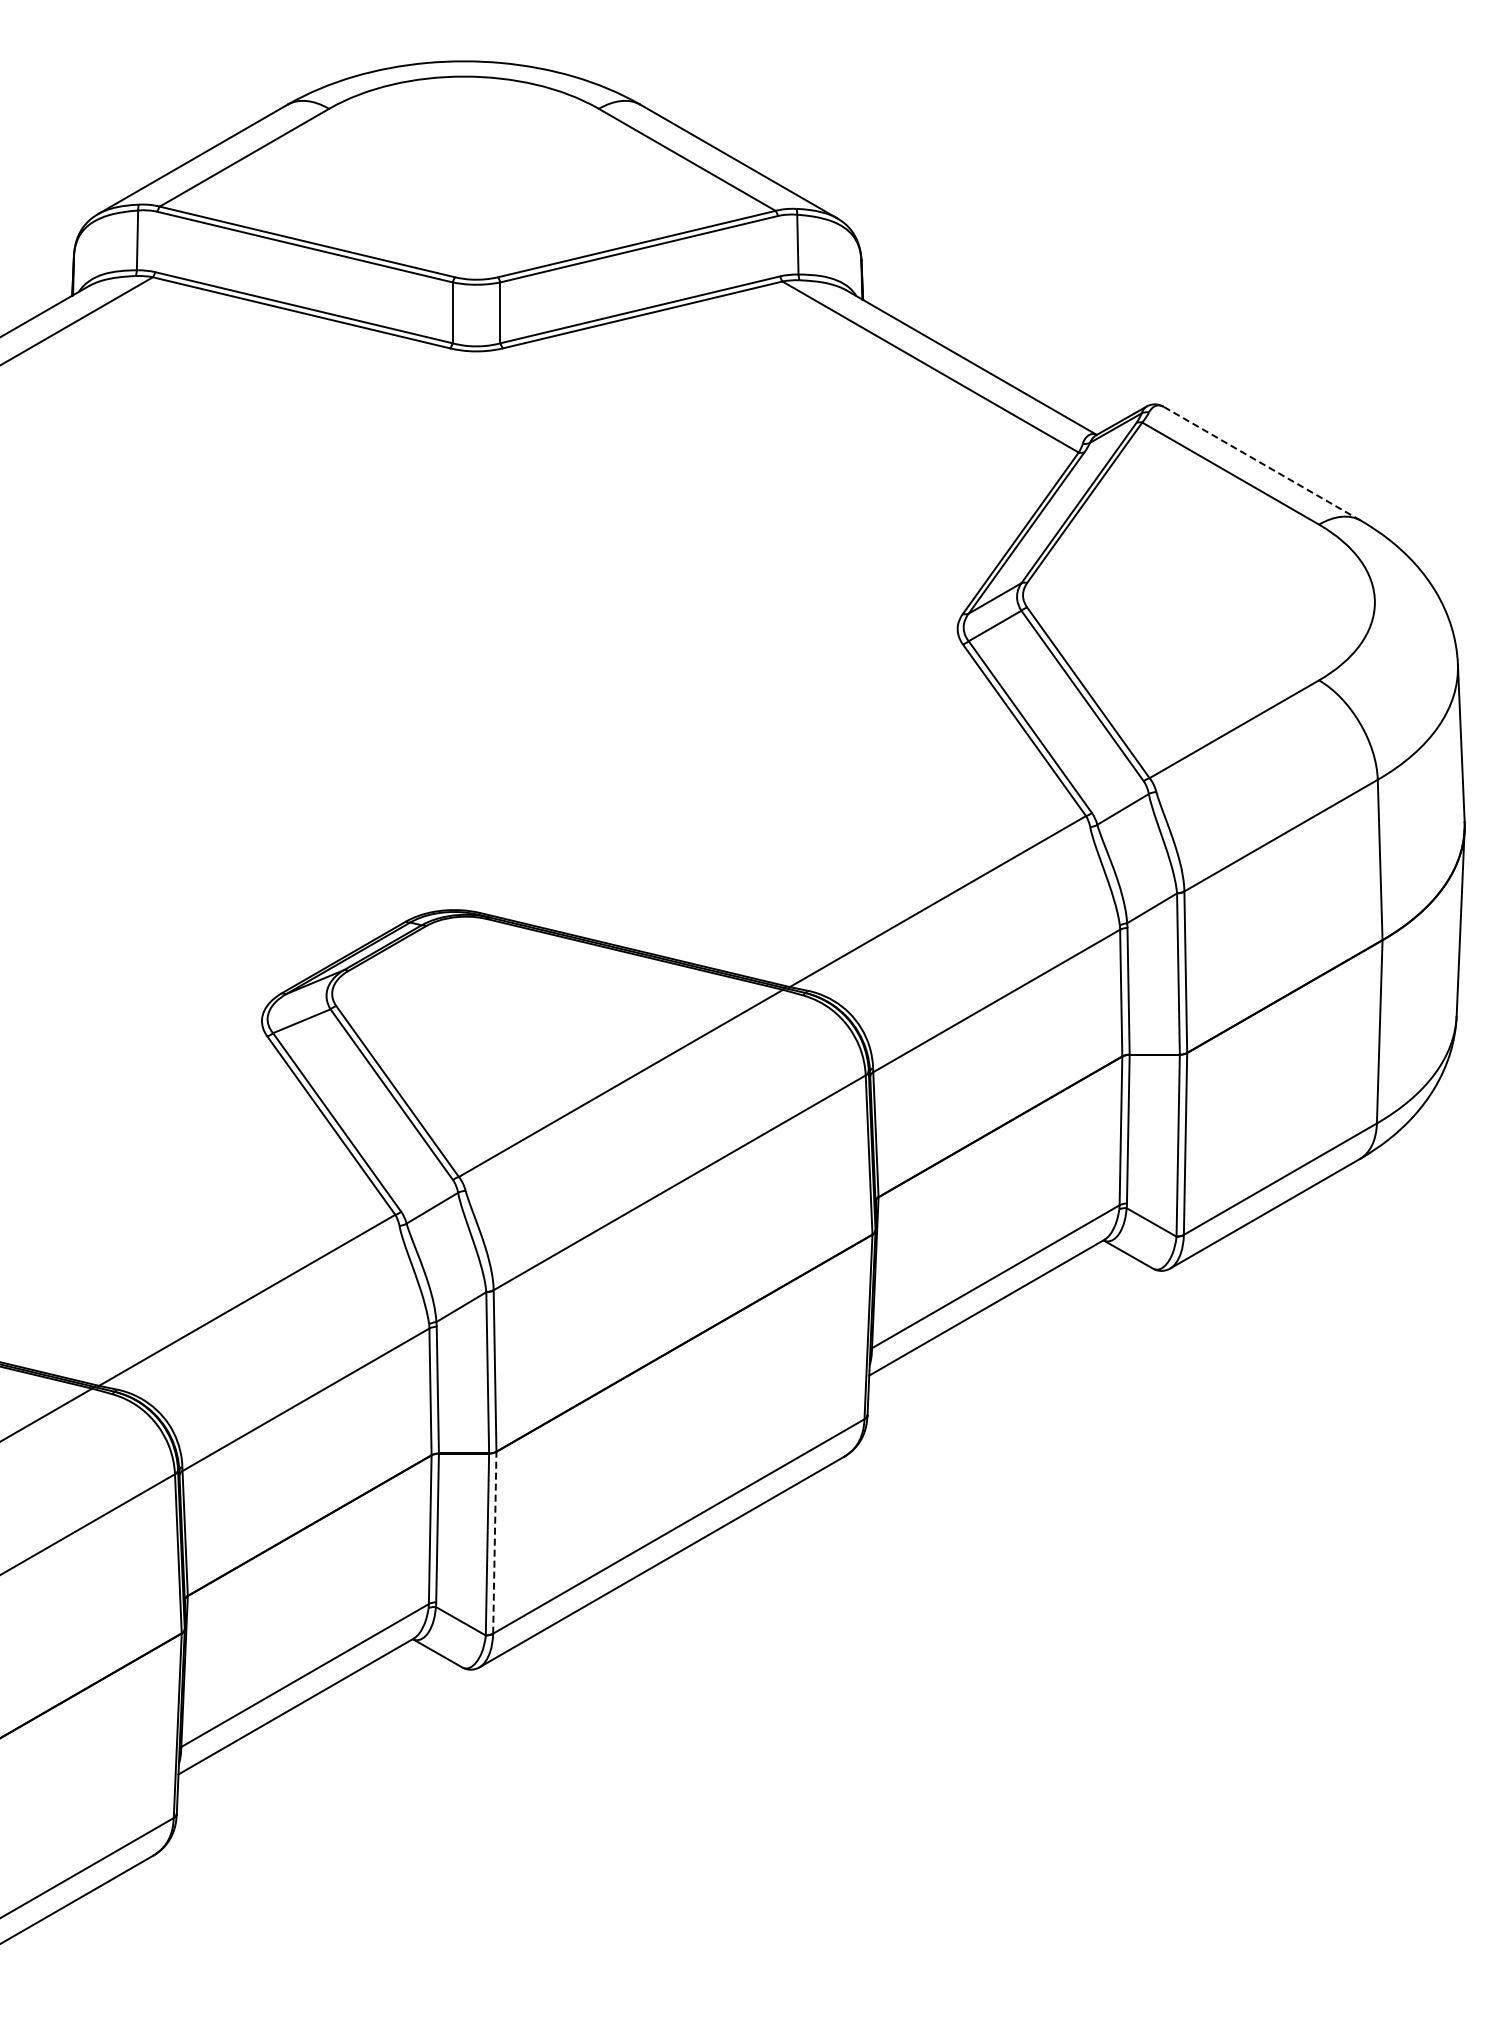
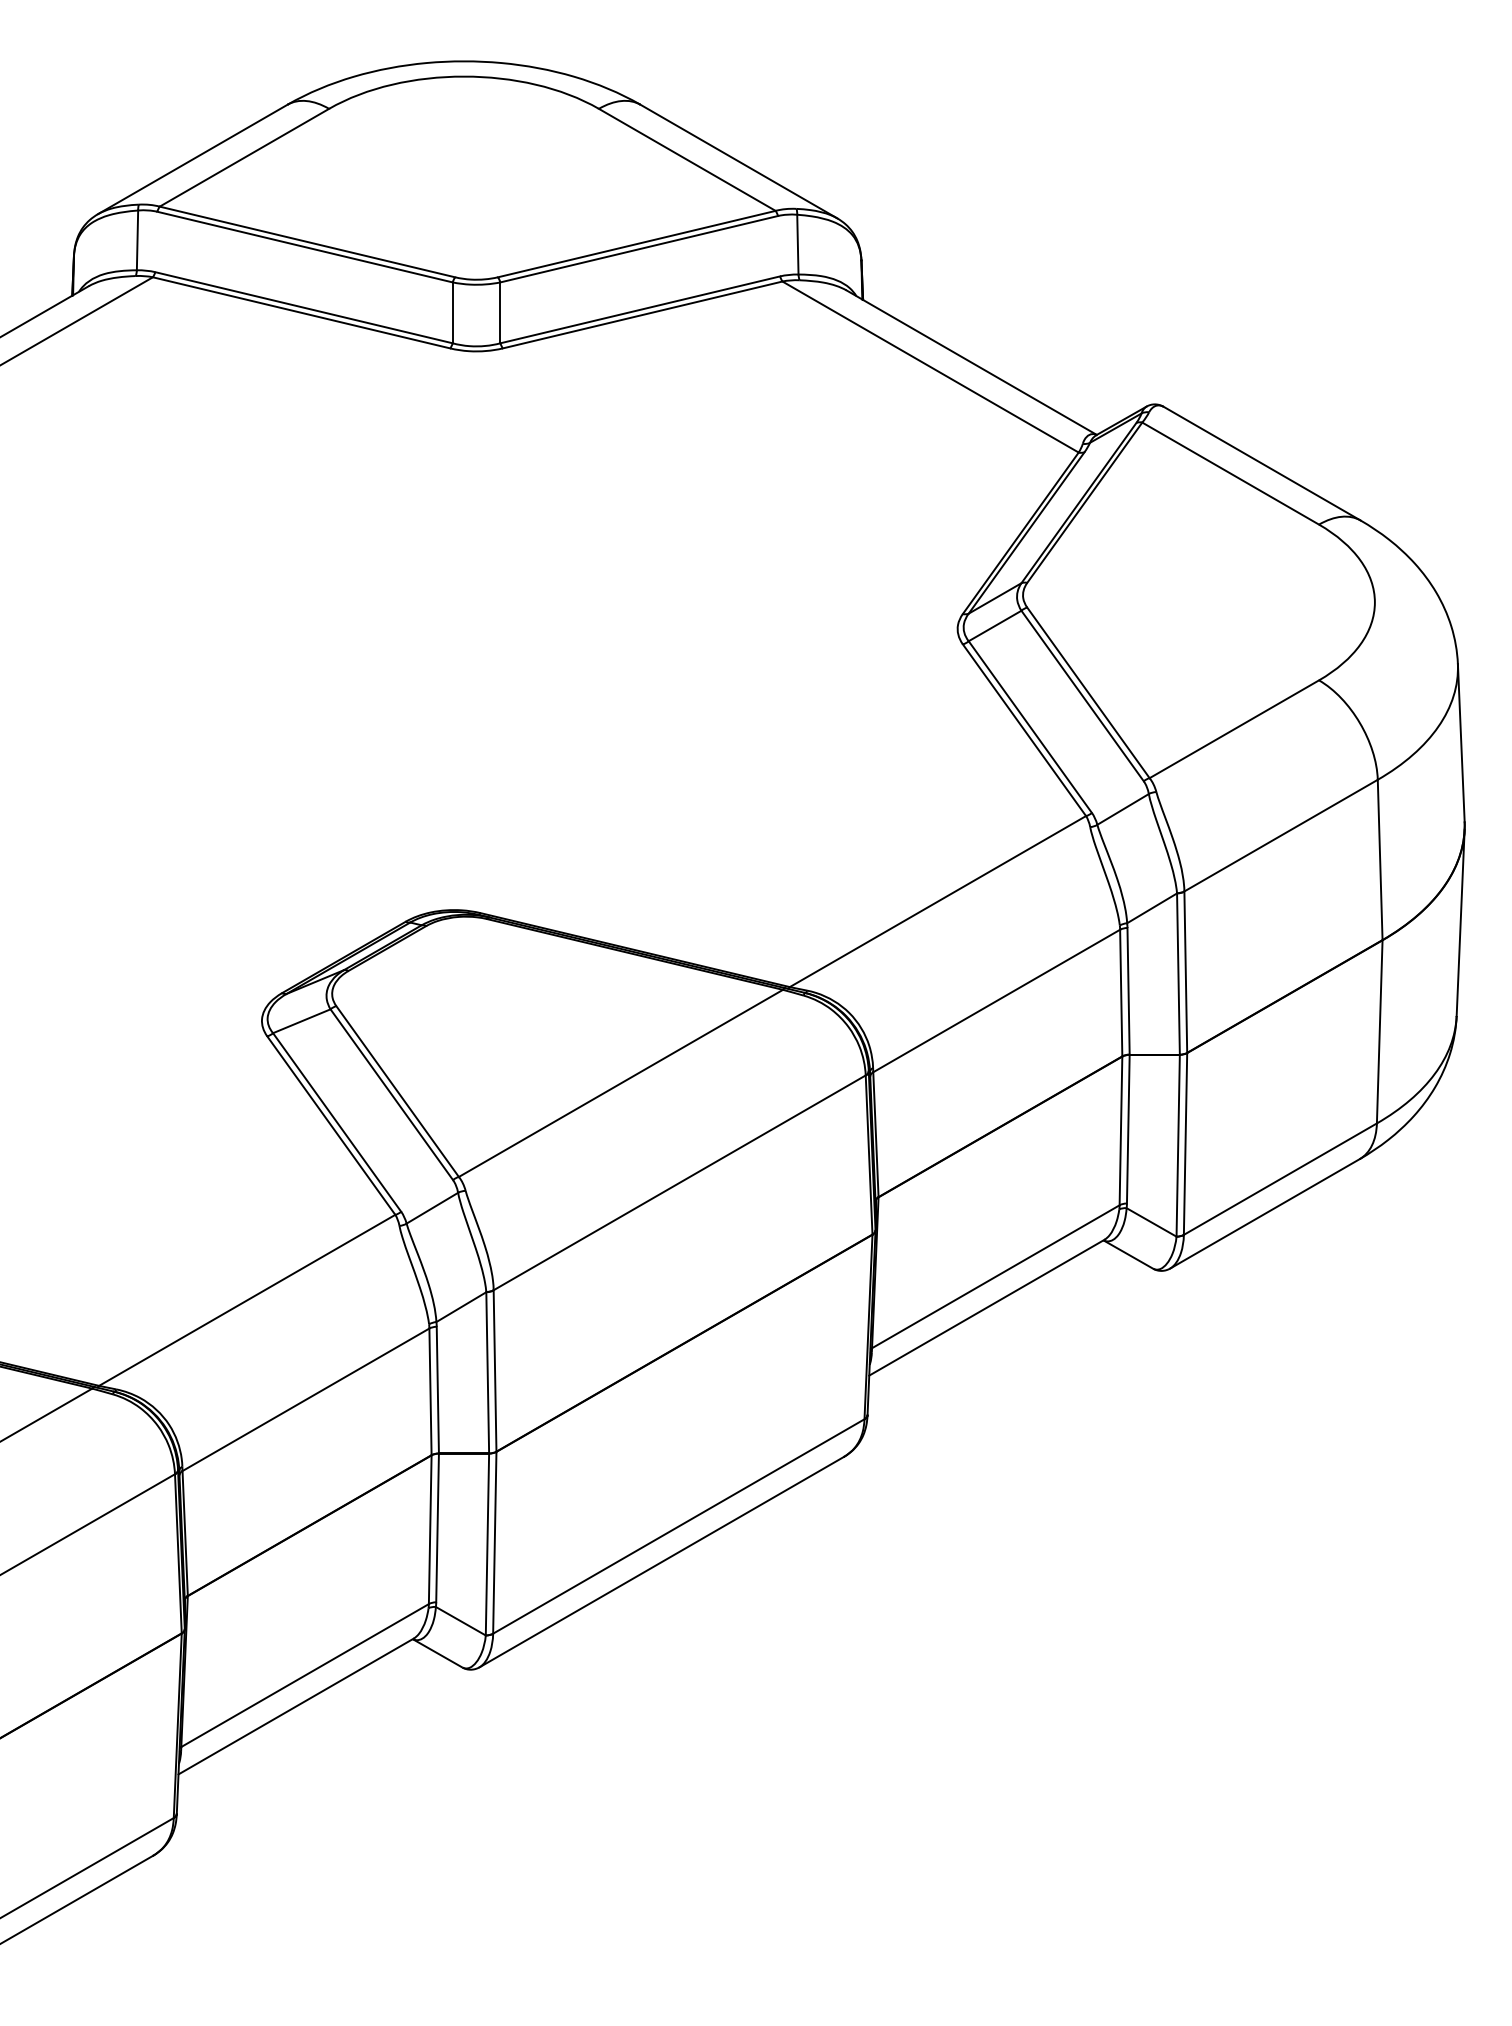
line at (1262, 463): dashed -> solid
line at (494, 1542): dashed -> solid
